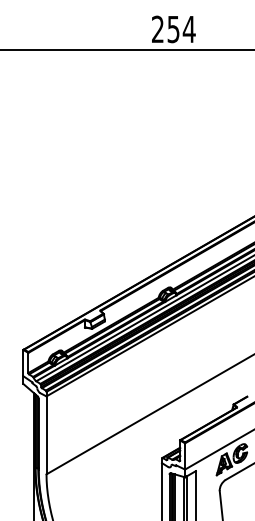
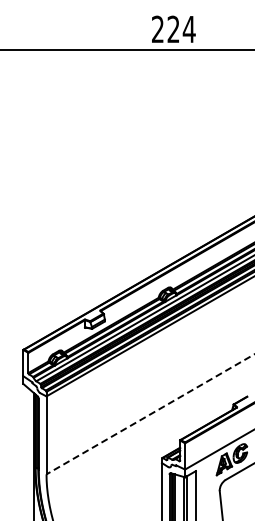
text at (173, 29): 254 -> 224
line at (150, 414): solid -> dashed
